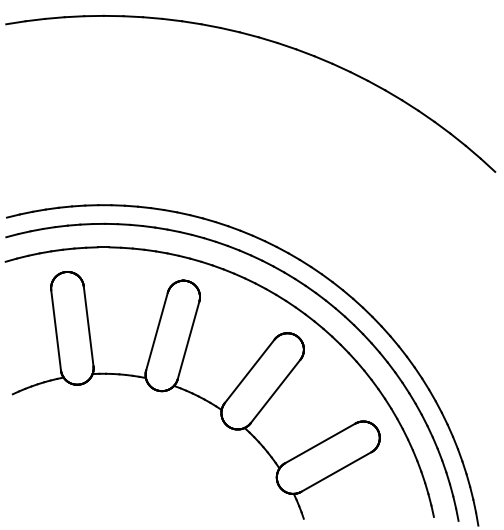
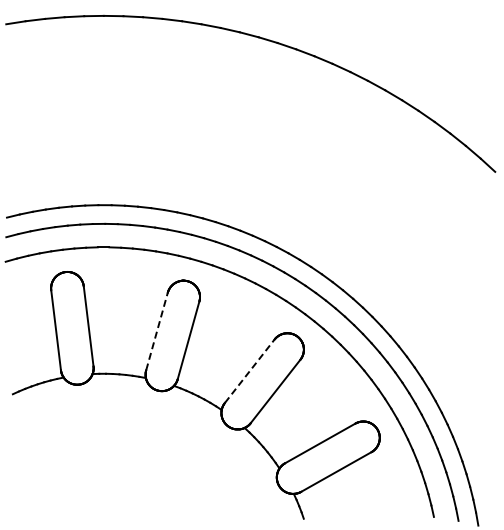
line at (157, 331): solid -> dashed
line at (250, 370): solid -> dashed
